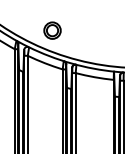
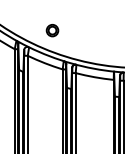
part at (52, 30) size: 19x19 px -> 15x14 px
